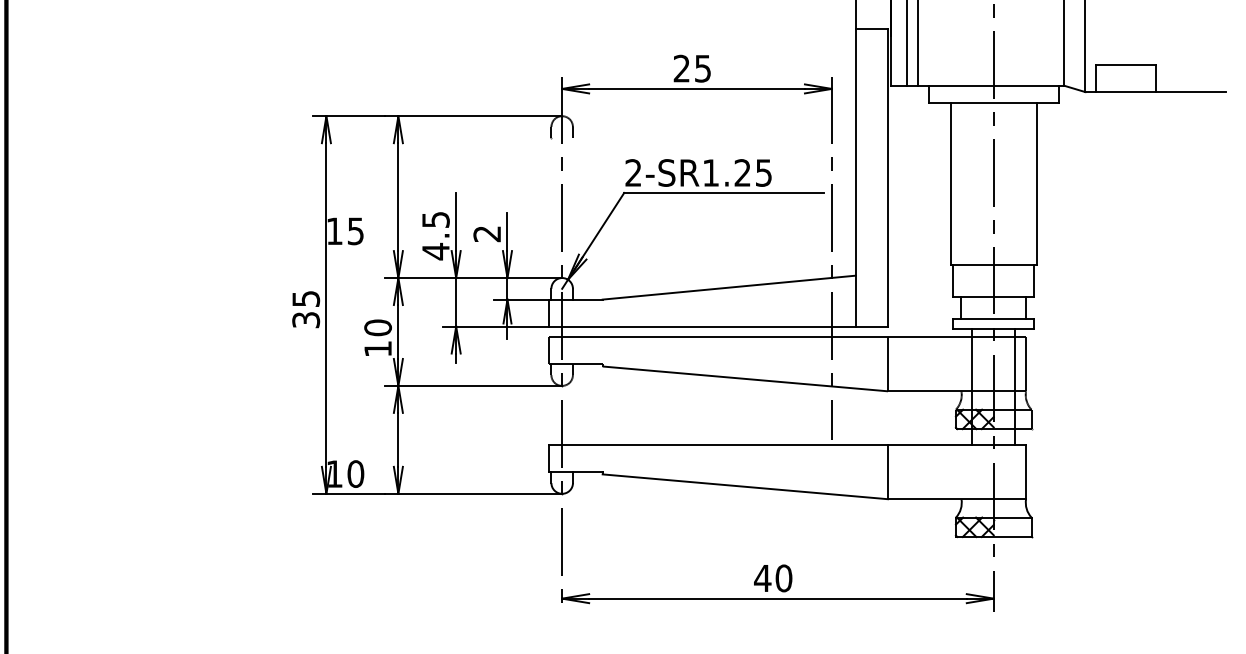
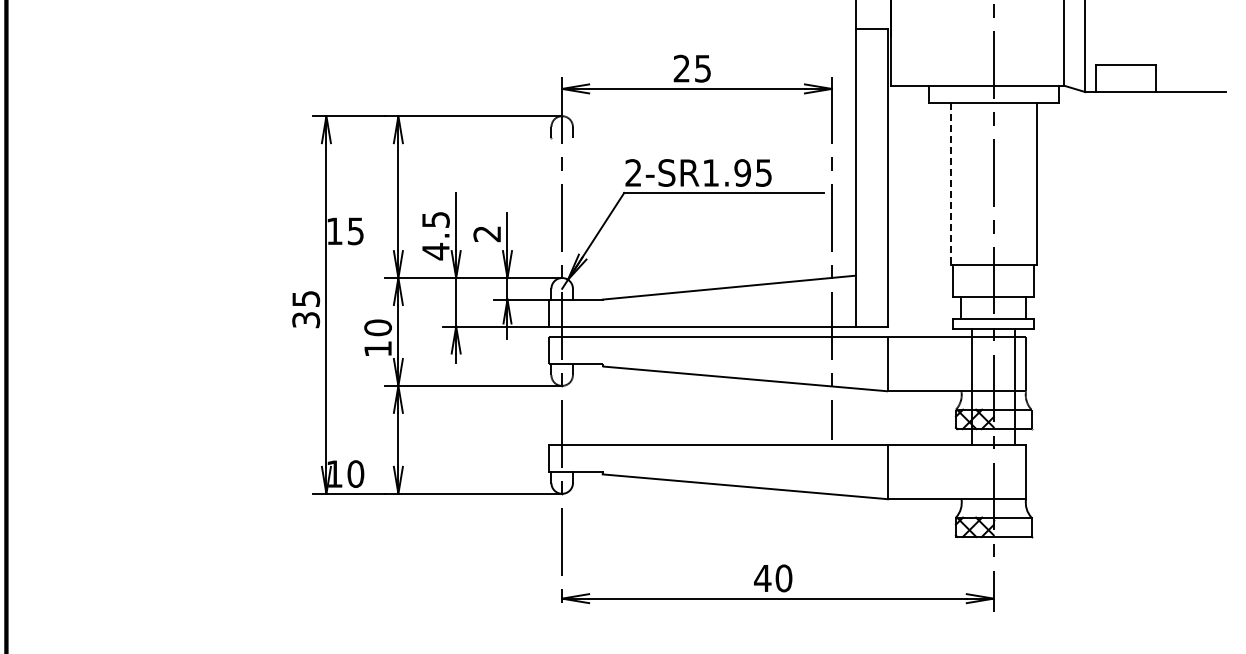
line at (907, 43): present -> none
line at (918, 43): present -> none
text at (742, 172): 2-SR1.25 -> 2-SR1.95
line at (950, 183): solid -> dashed
